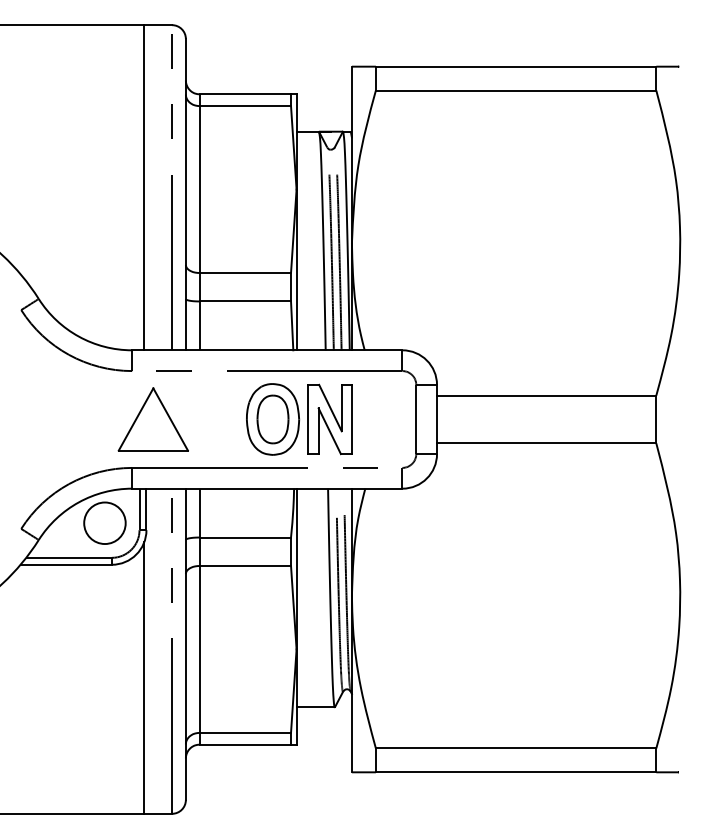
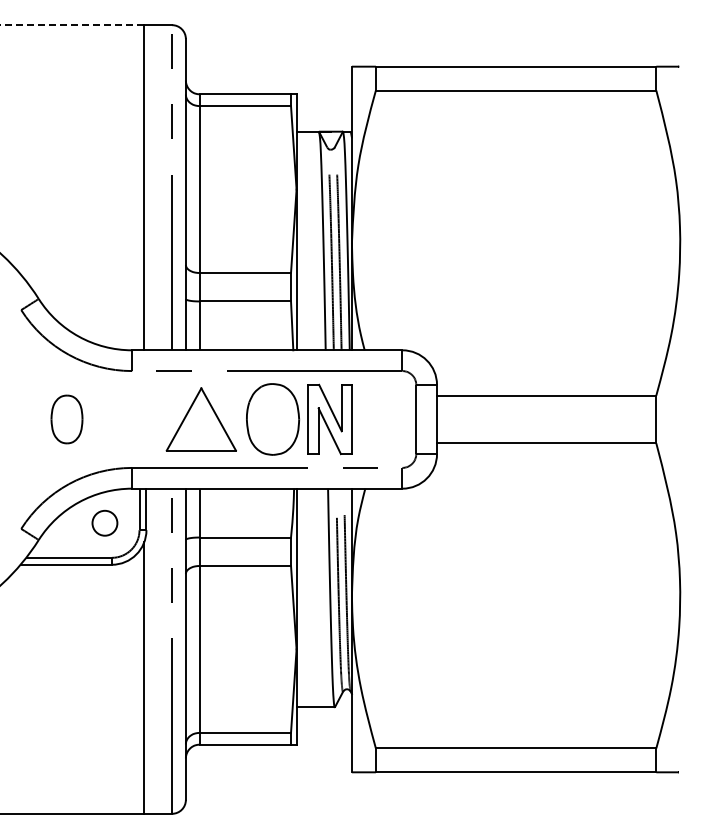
line at (71, 25): solid -> dashed
part at (152, 419) position: (152, 419) -> (200, 419)
part at (272, 419) position: (272, 419) -> (66, 419)
circle at (104, 523) diameter: 42 px -> 25 px
